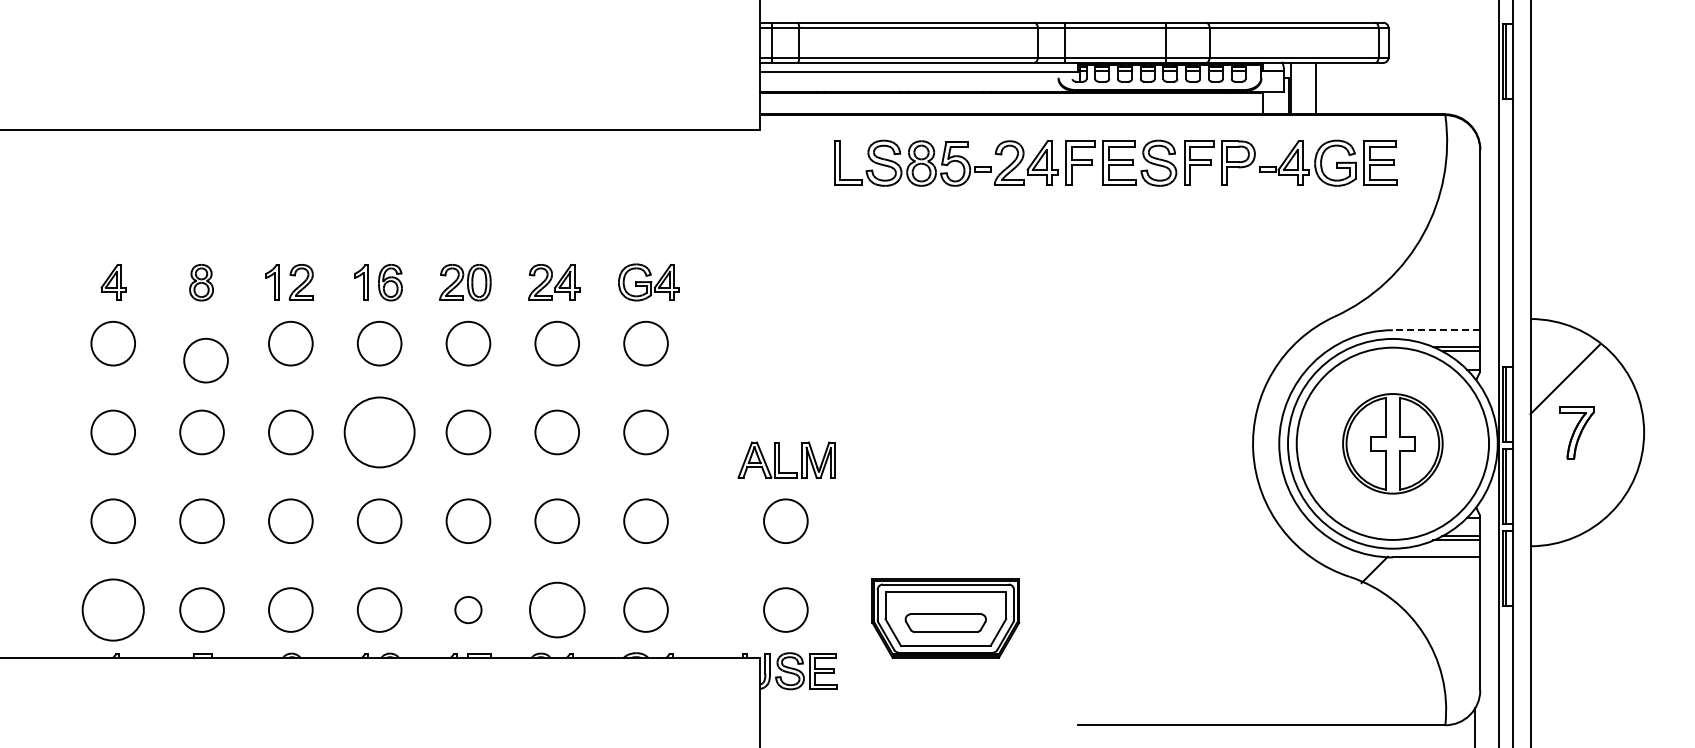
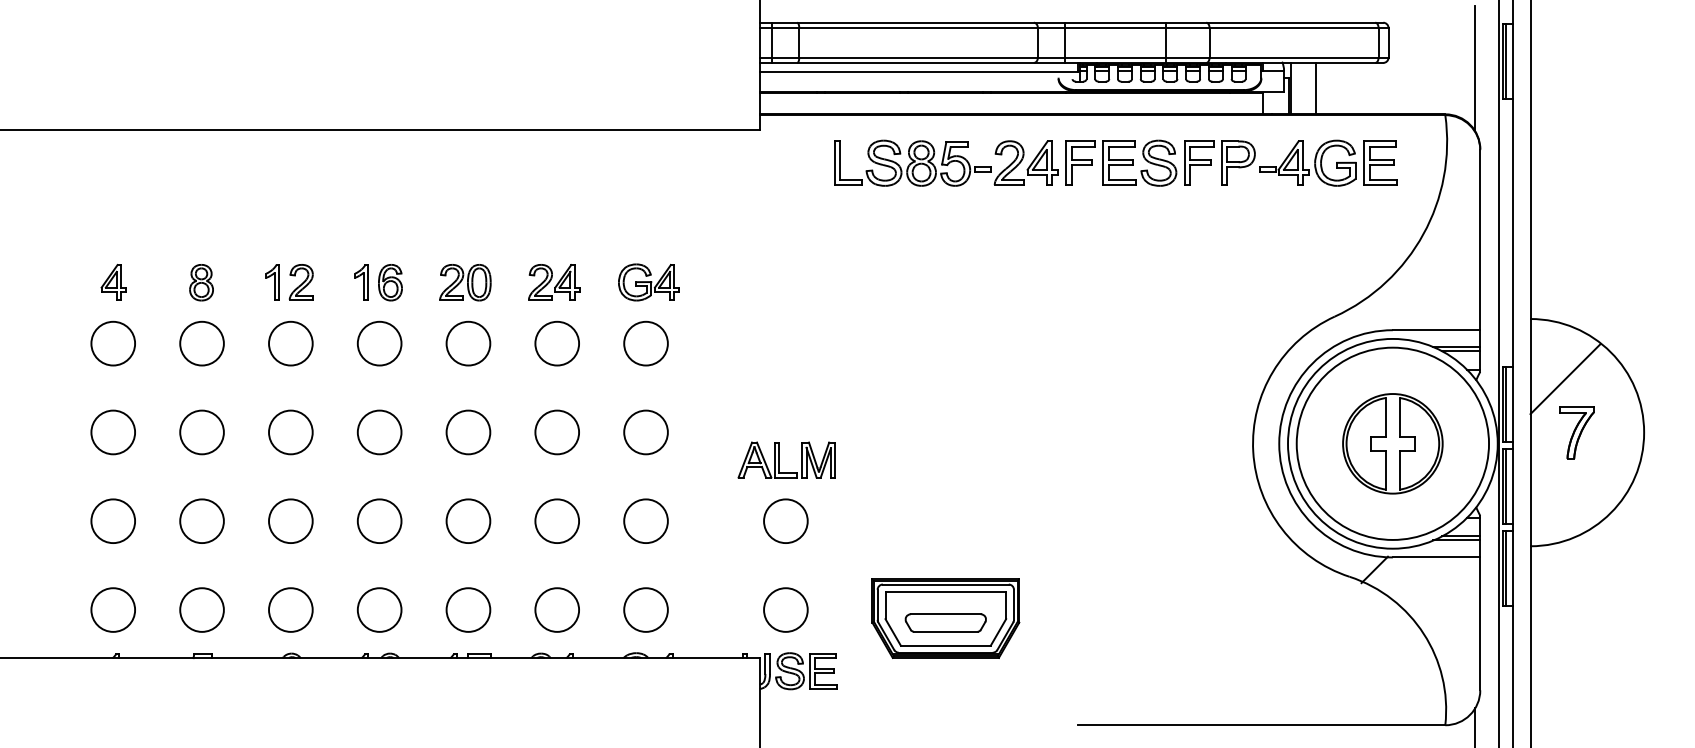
line at (1474, 67): none -> present
line at (1436, 330): dashed -> solid
circle at (205, 360) position: (205, 360) -> (201, 343)
circle at (379, 432) diameter: 70 px -> 44 px
circle at (112, 609) diameter: 61 px -> 44 px
circle at (468, 609) diameter: 26 px -> 44 px
circle at (557, 609) size: 57x58 px -> 46x46 px
